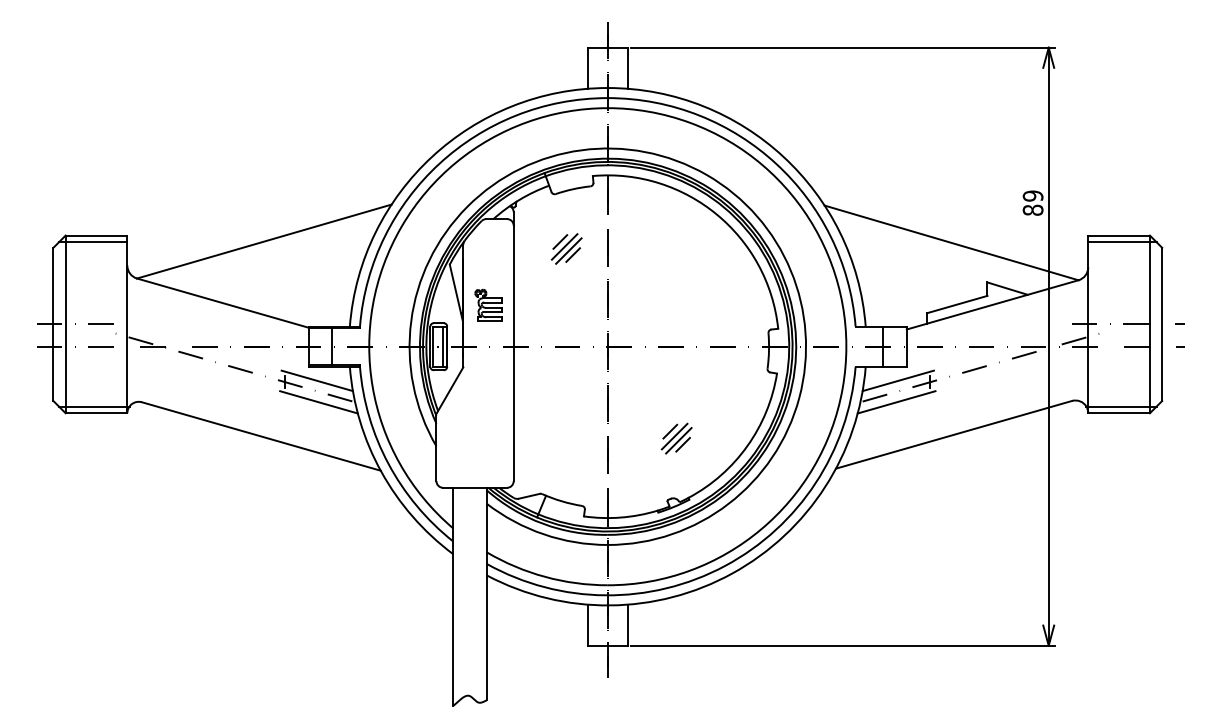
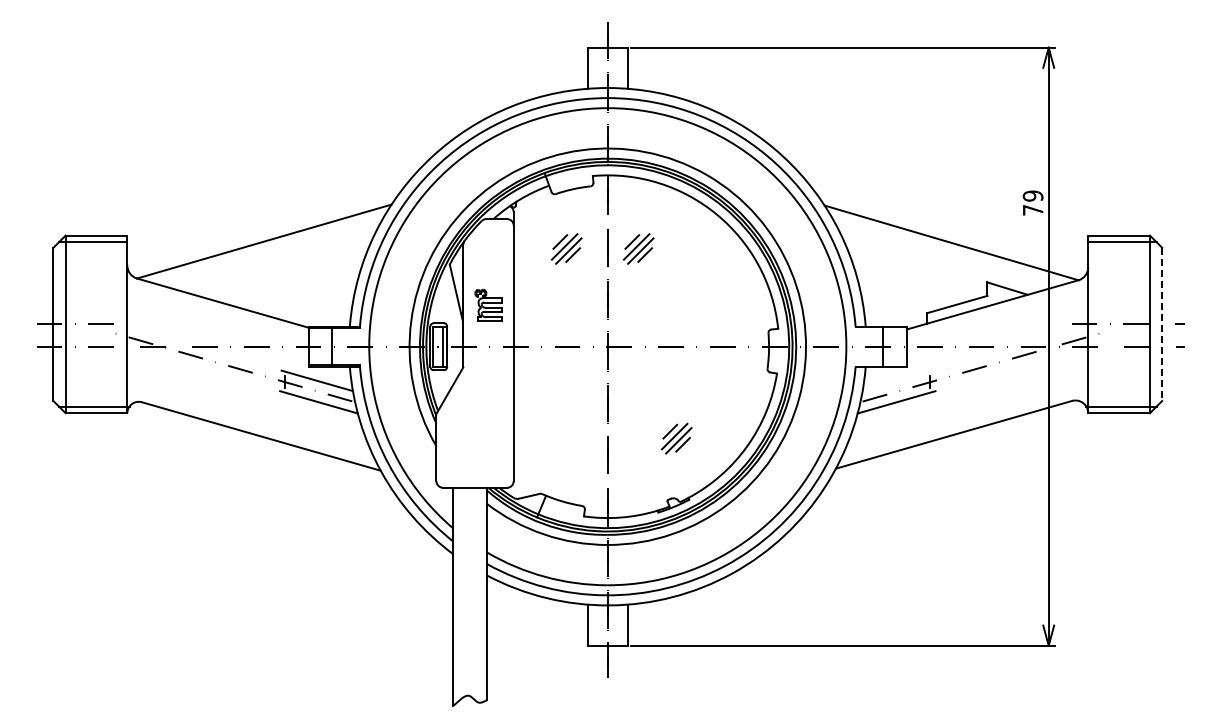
text at (1032, 209): 89 -> 79
part at (638, 248): none -> present
line at (1162, 324): solid -> dashed
line at (897, 380): present -> none
